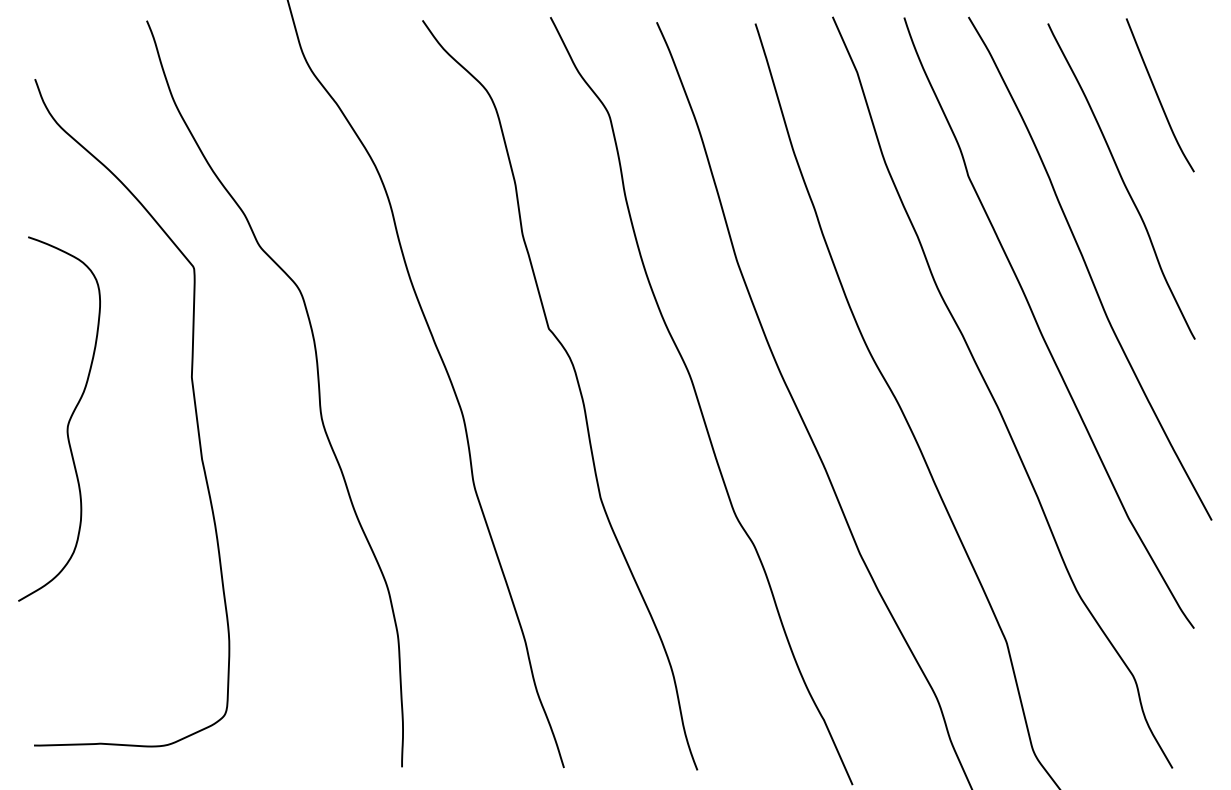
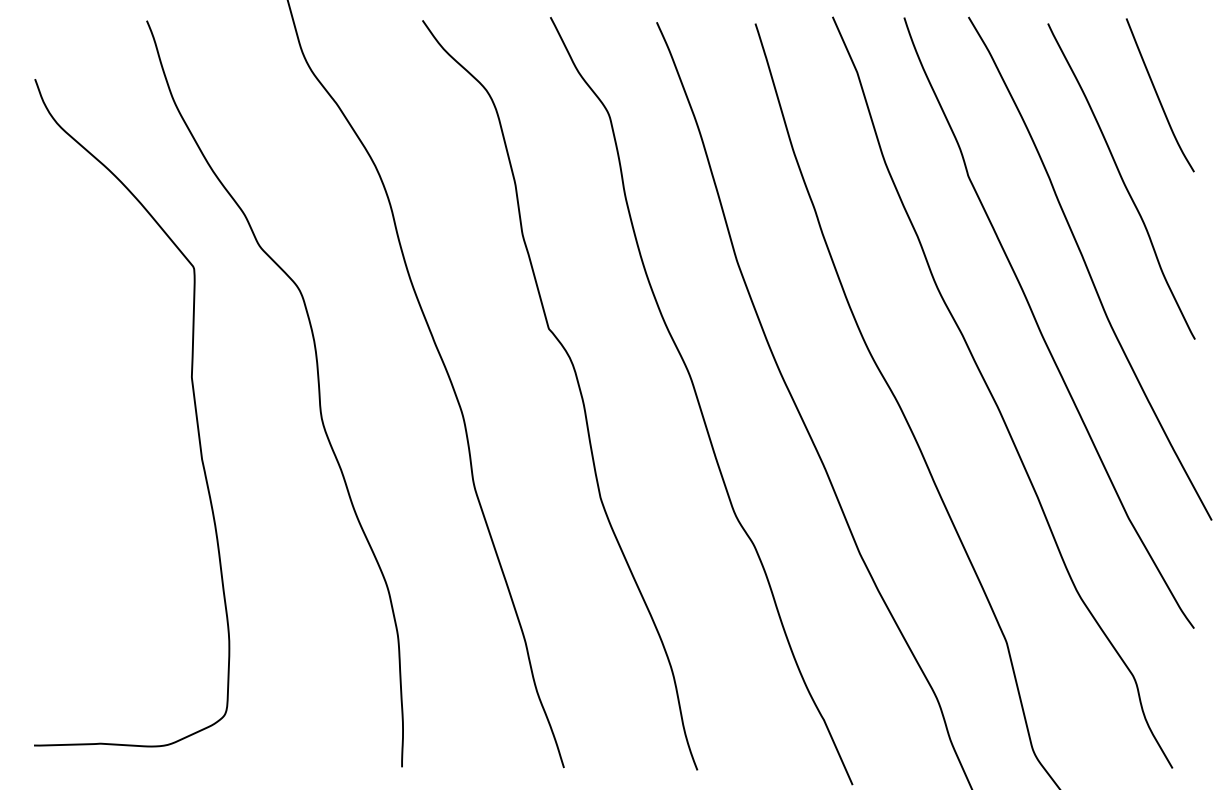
curve at (68, 420): present -> none
